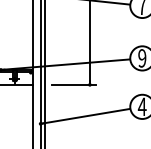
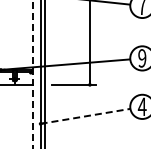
line at (33, 74): solid -> dashed
line at (85, 116): solid -> dashed
